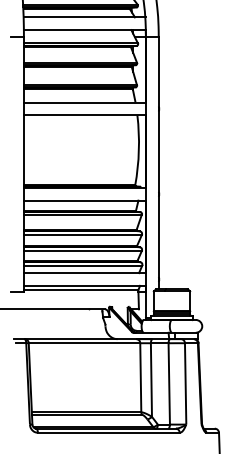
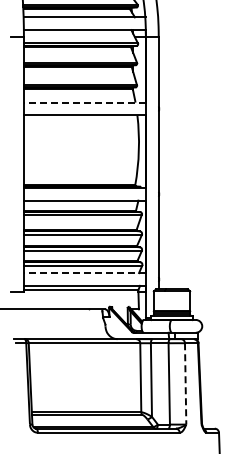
line at (84, 102): solid -> dashed
line at (84, 273): solid -> dashed
line at (185, 383): solid -> dashed
